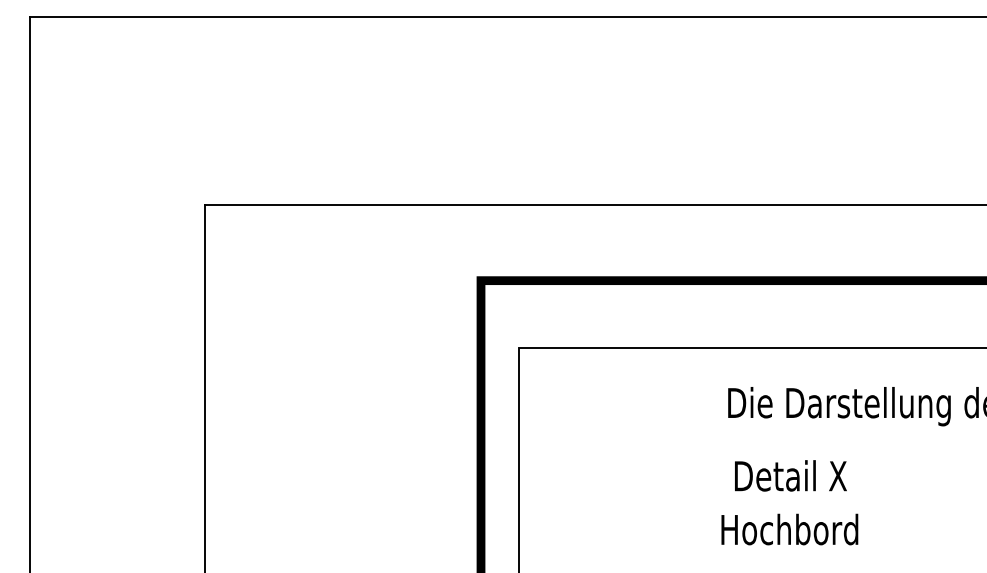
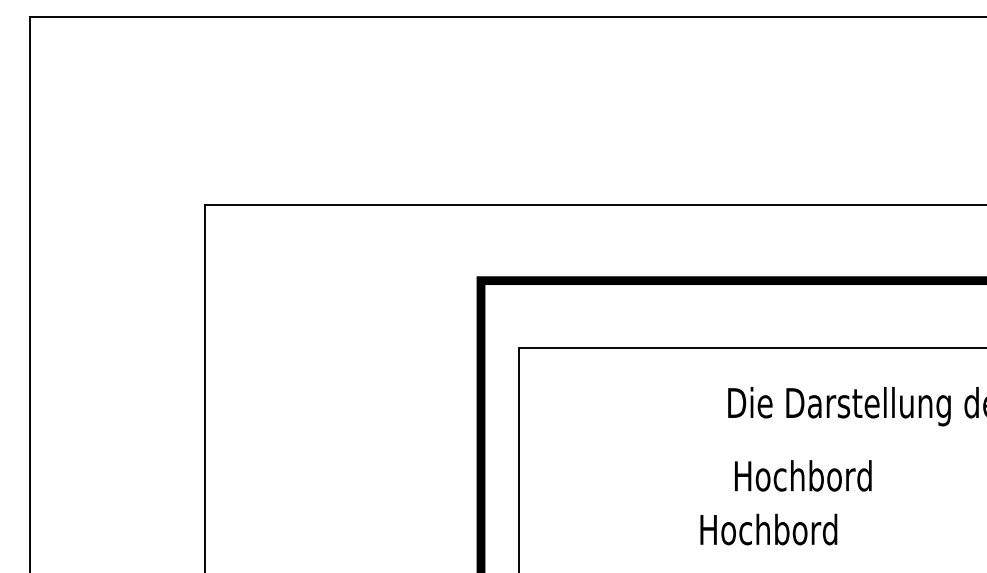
text at (804, 475): Detail X -> Hochbord
text at (789, 529) position: (789, 529) -> (768, 529)
